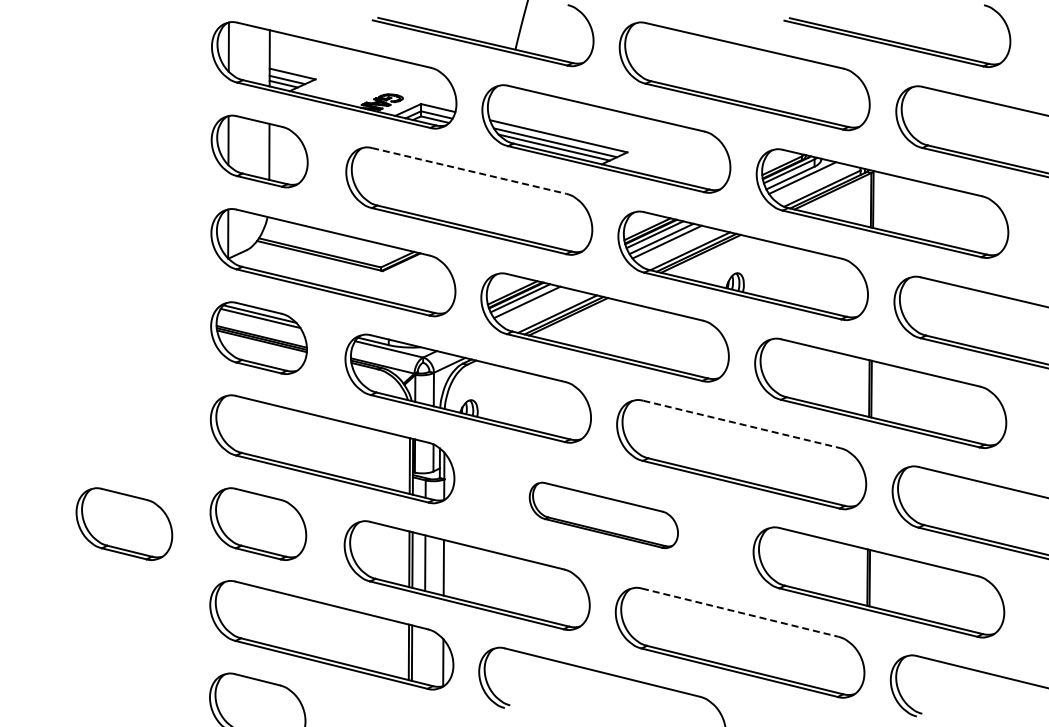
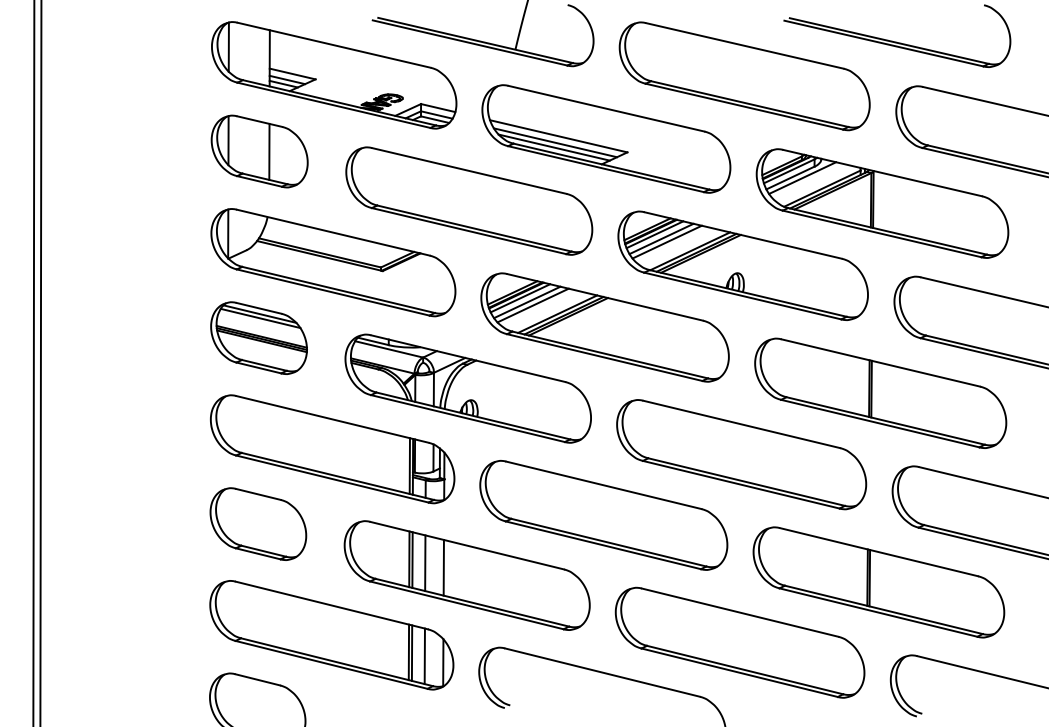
line at (469, 170): dashed -> solid
line at (532, 305): none -> present
line at (33, 362): none -> present
line at (40, 362): none -> present
line at (742, 424): dashed -> solid
part at (603, 515) size: 151x69 px -> 250x111 px
part at (124, 523): present -> none
line at (740, 612): dashed -> solid
line at (424, 656): none -> present
